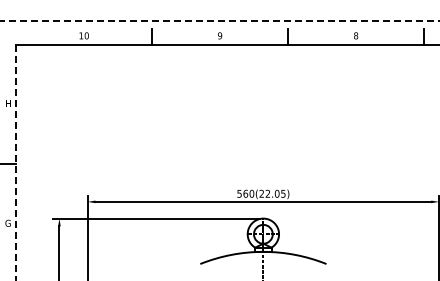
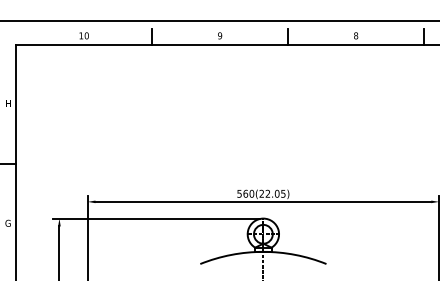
line at (220, 21): dashed -> solid
line at (16, 162): dashed -> solid
